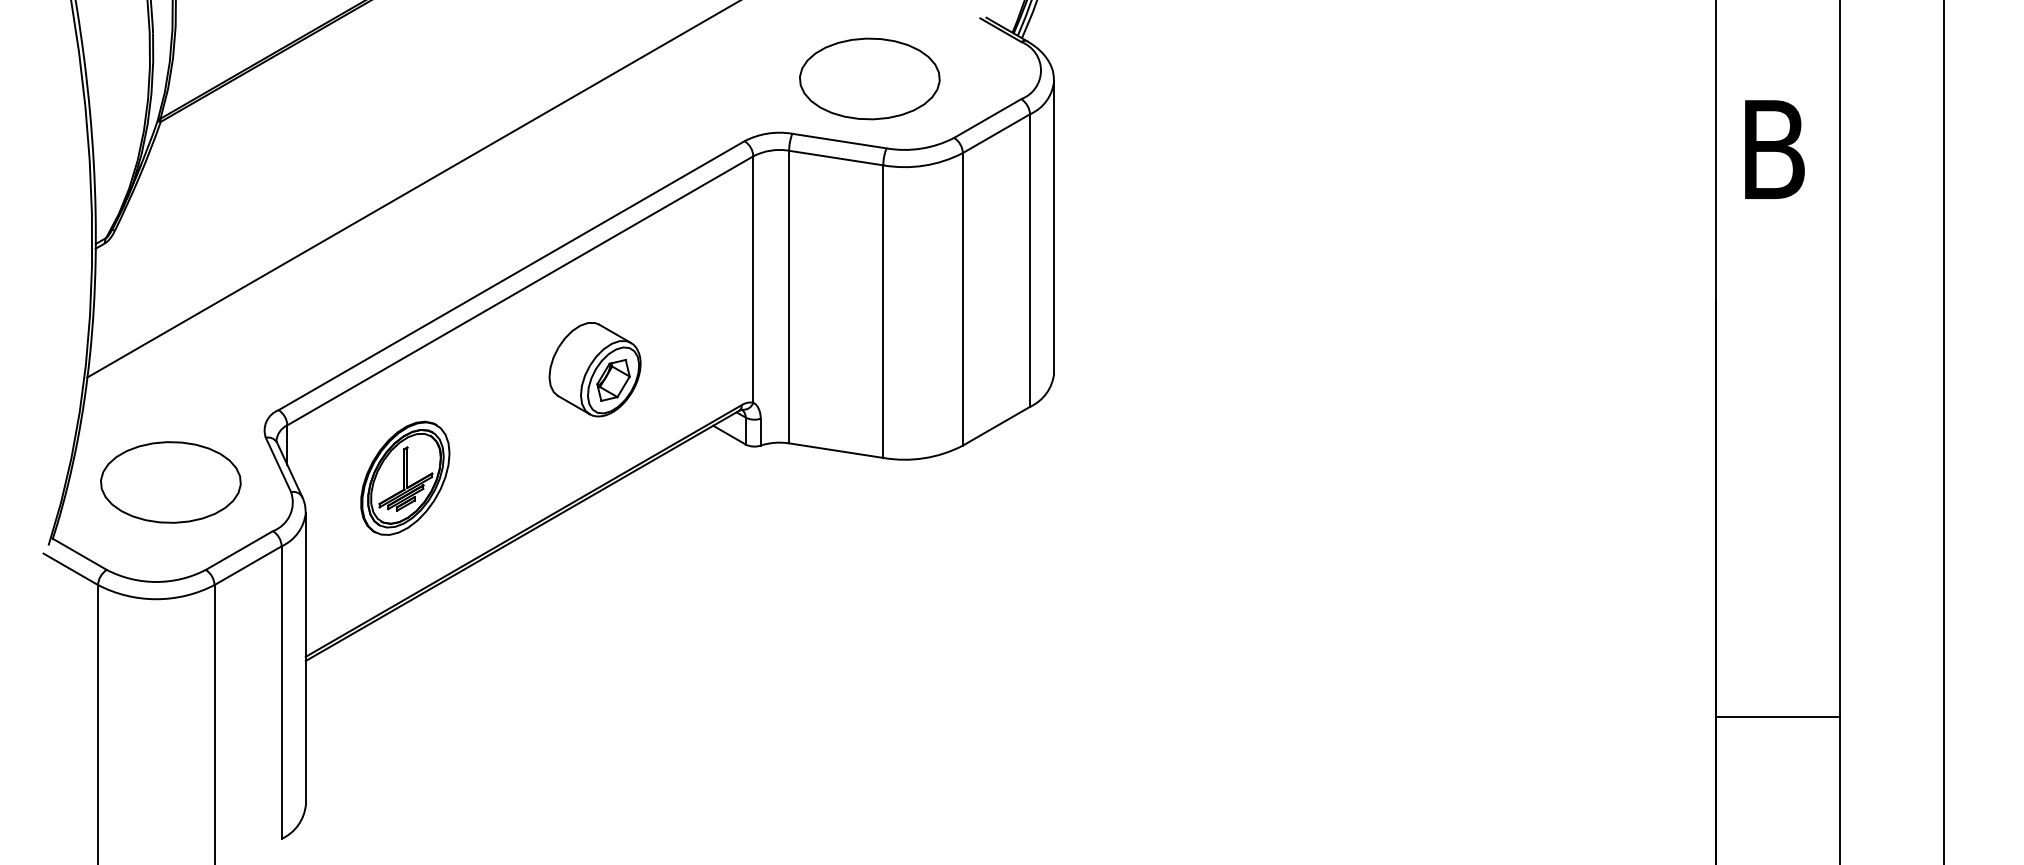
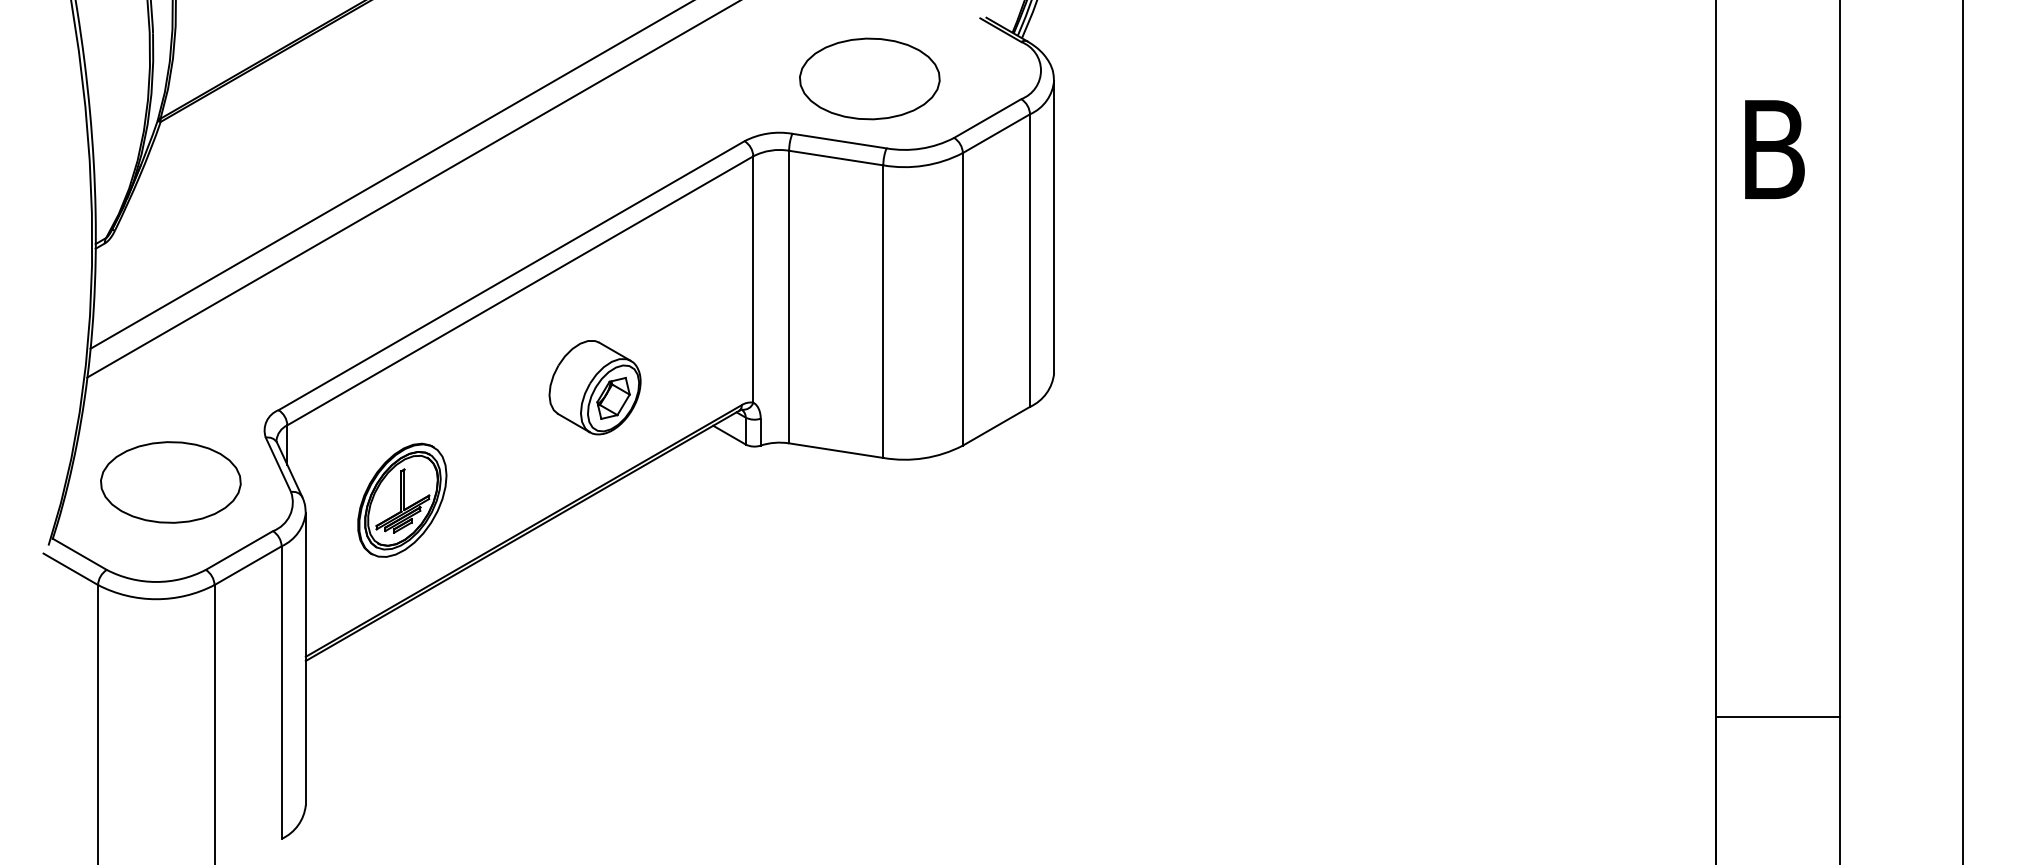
line at (390, 175): none -> present
part at (594, 369) position: (594, 369) -> (594, 387)
line at (1944, 431) position: (1944, 431) -> (1963, 431)
part at (405, 477) position: (405, 477) -> (402, 499)
